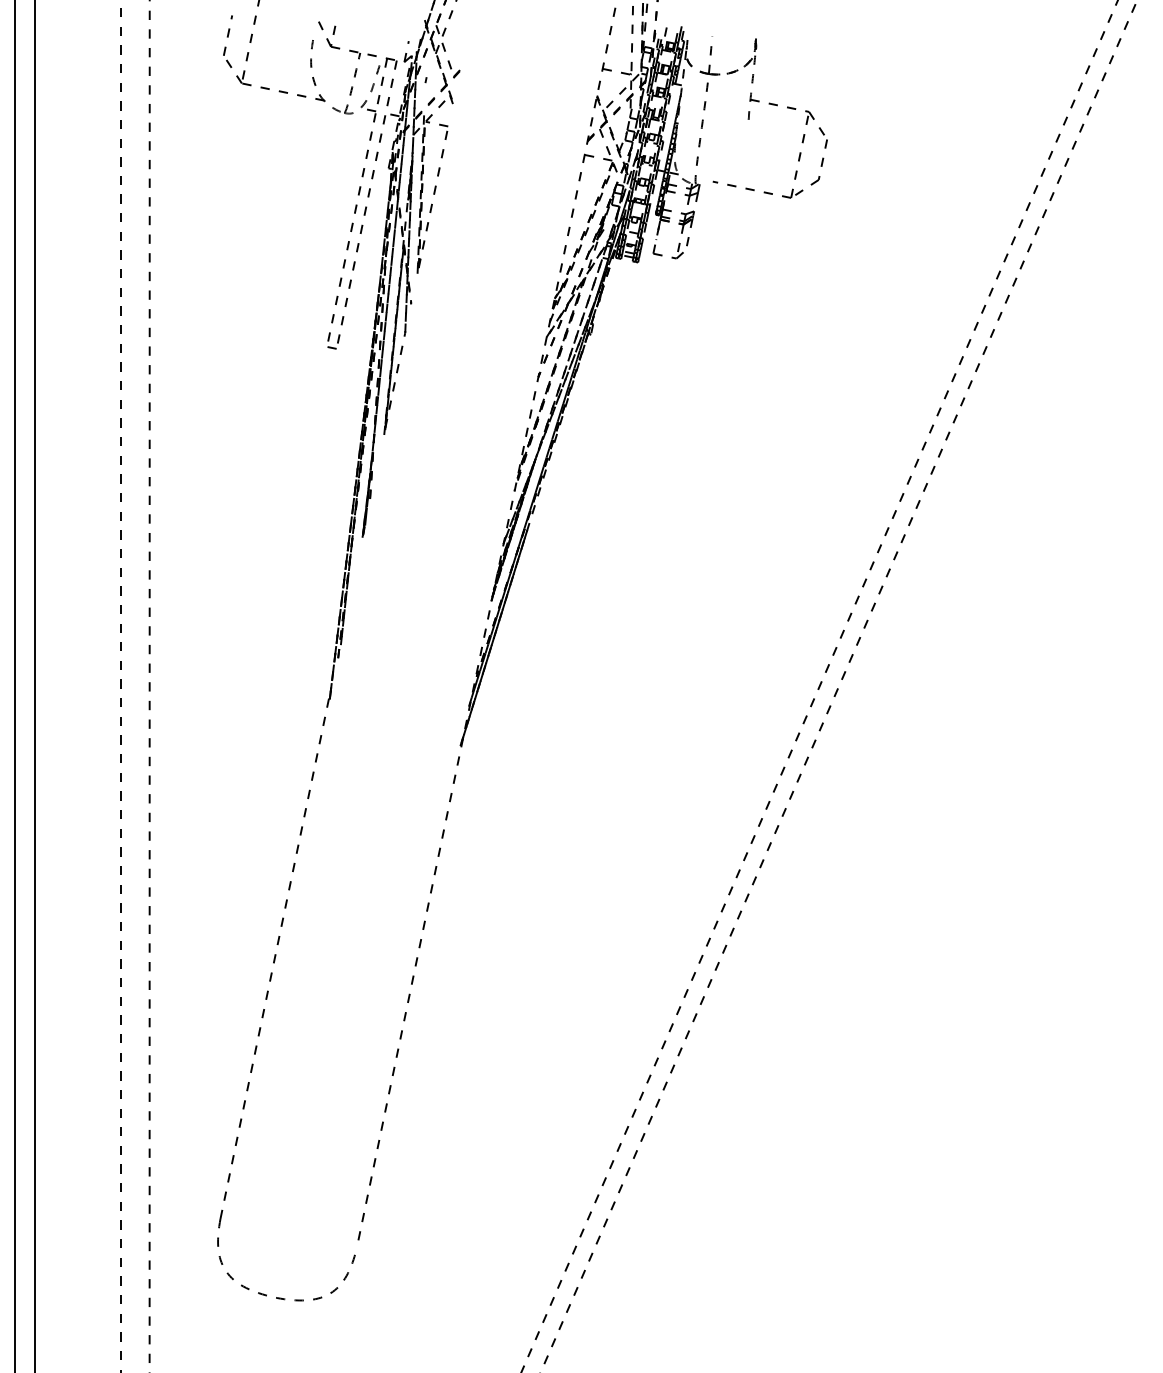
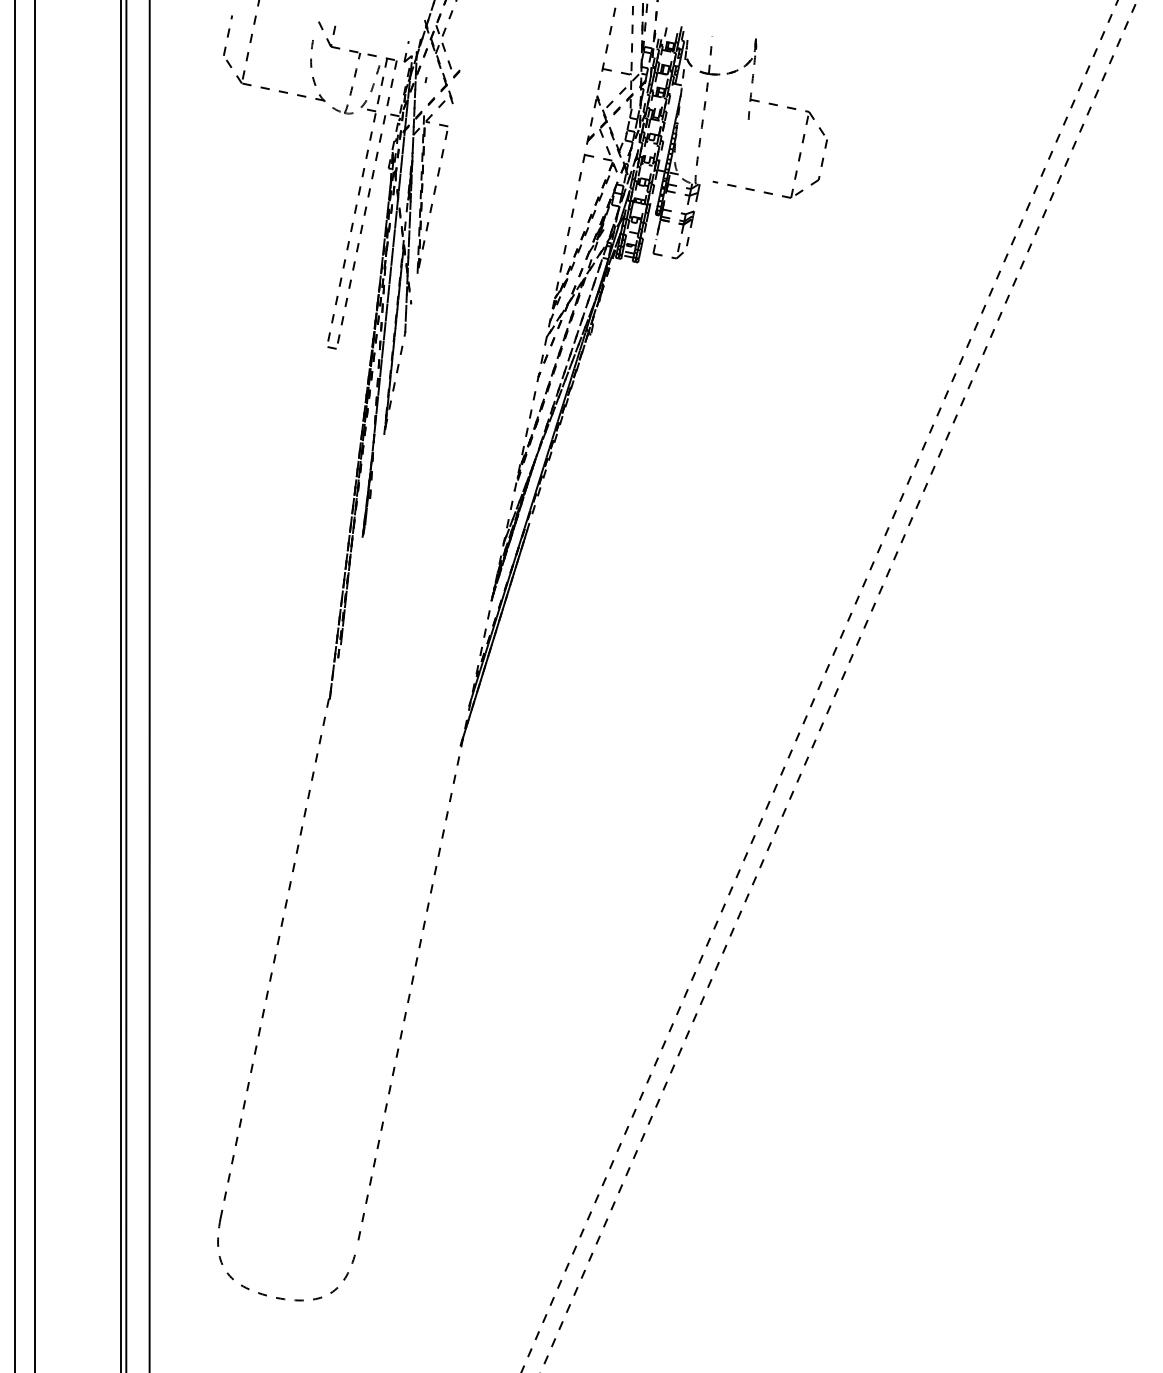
line at (120, 685): dashed -> solid
line at (126, 685): none -> present
line at (149, 686): dashed -> solid
